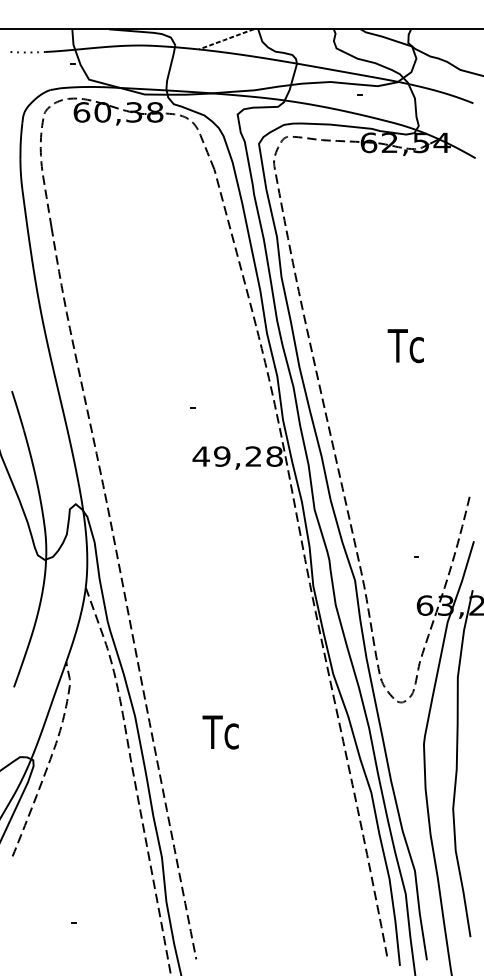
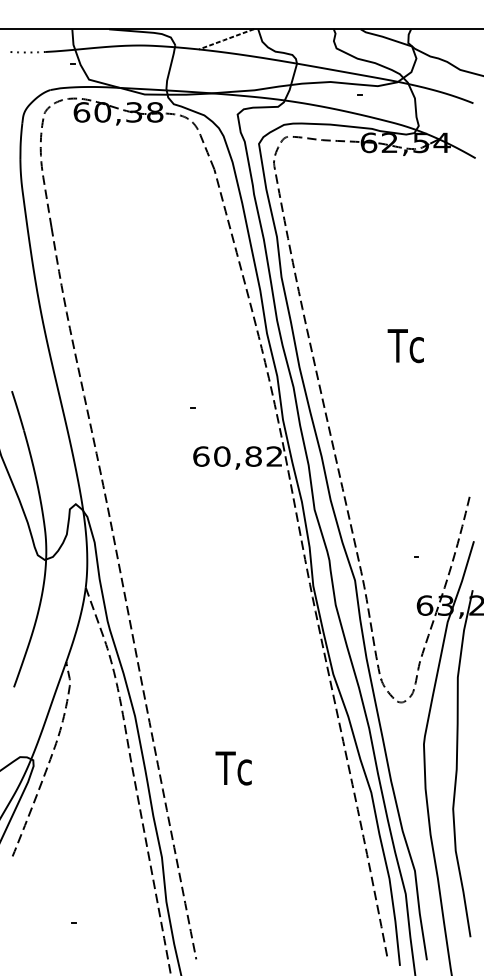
text at (237, 456): 49,28 -> 60,82
text at (220, 732) position: (220, 732) -> (233, 768)
